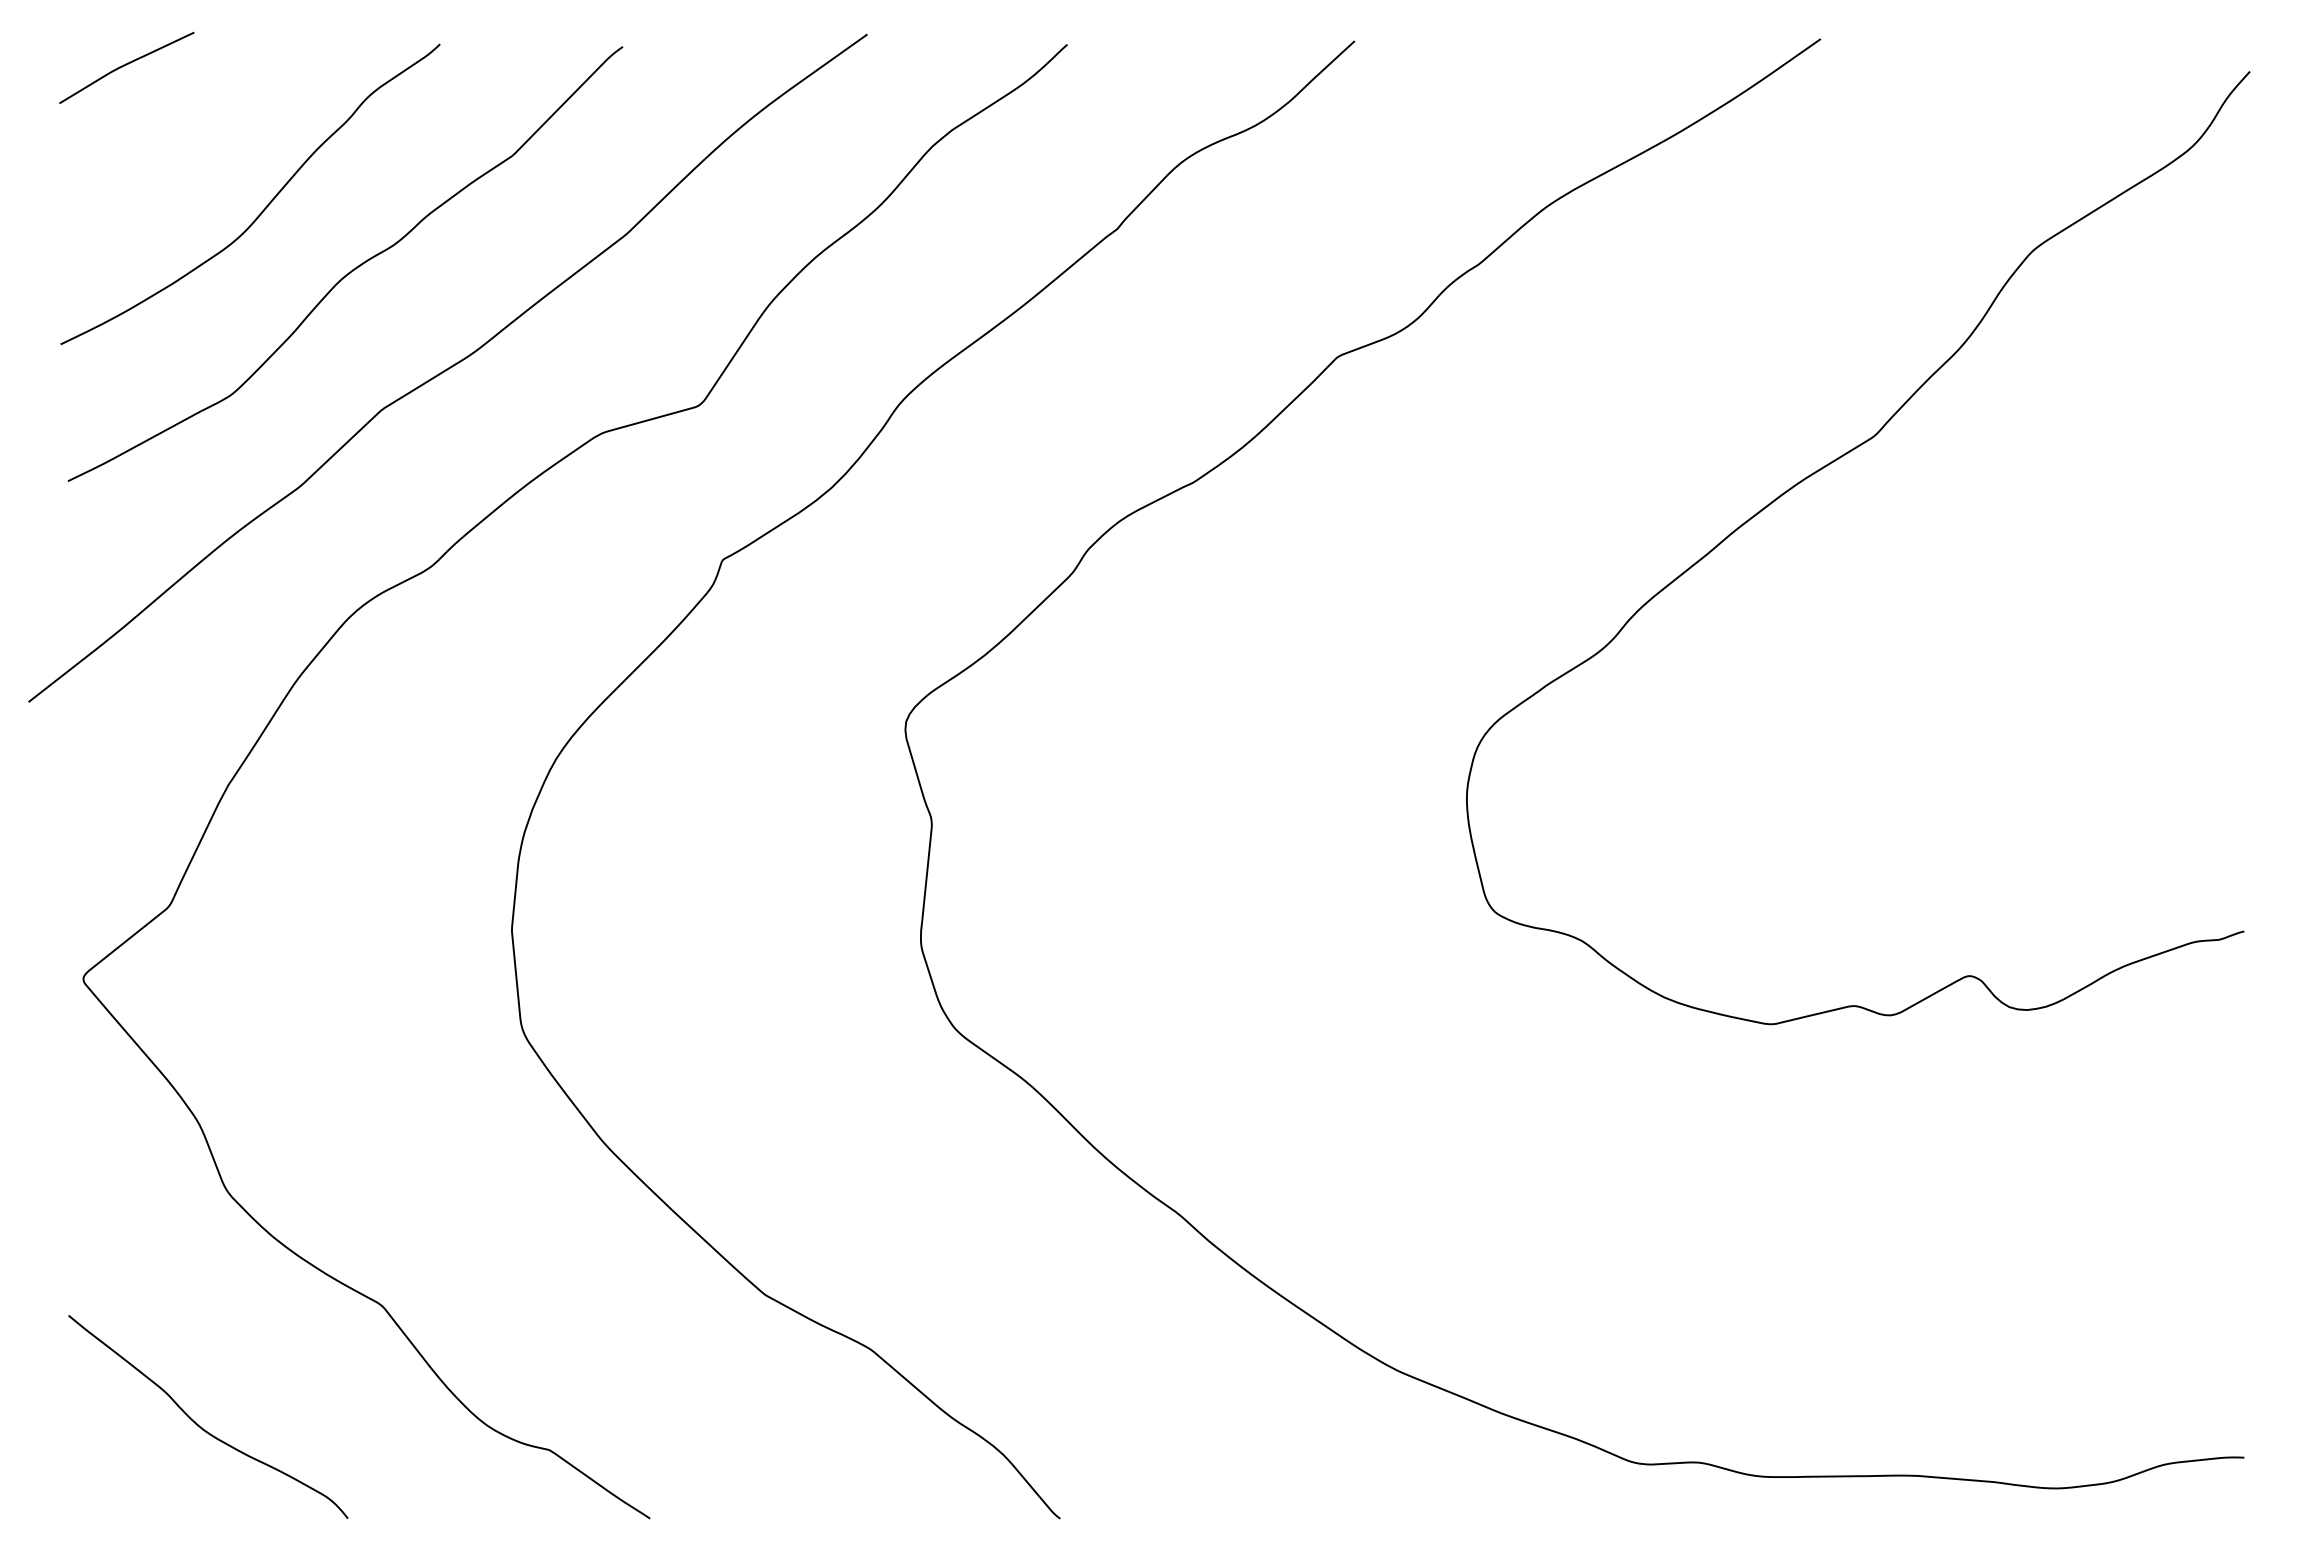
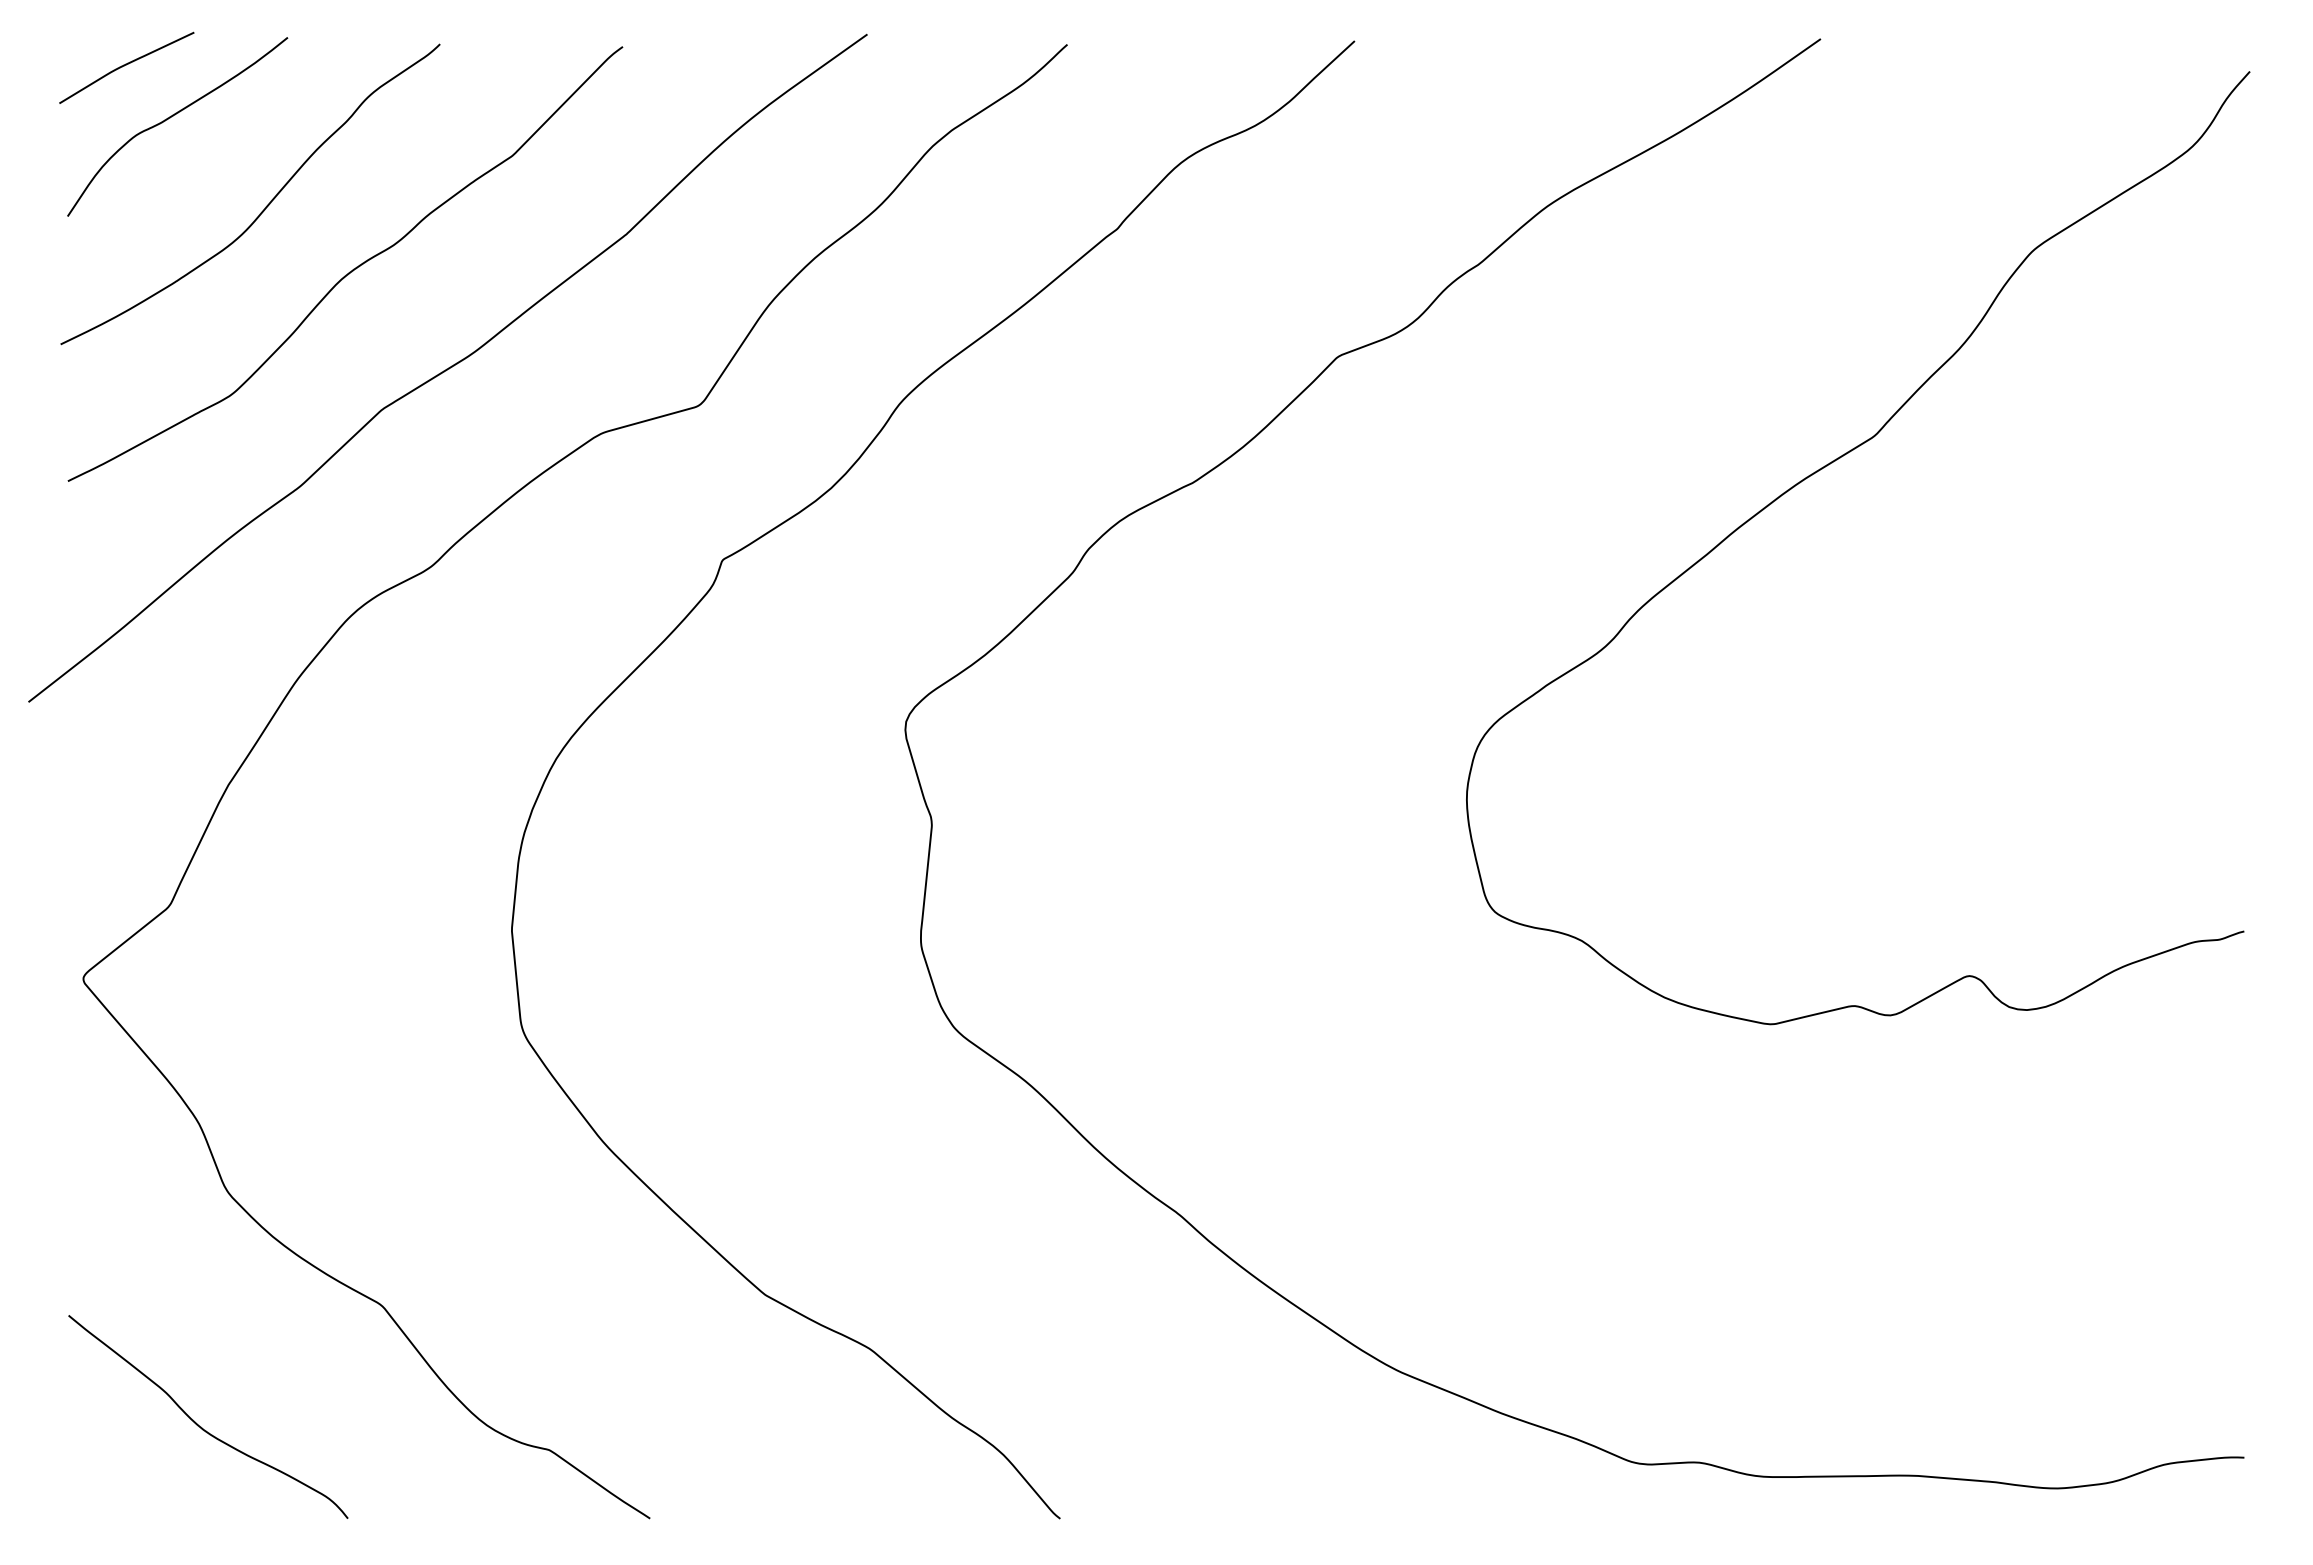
curve at (170, 118): none -> present
